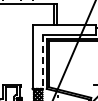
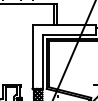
line at (42, 61): dashed -> solid
